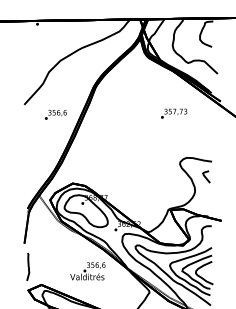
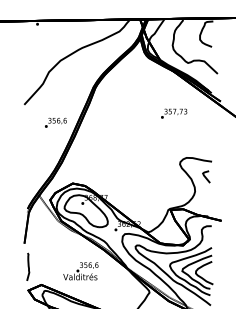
text at (55, 114) position: (55, 114) -> (55, 122)
text at (87, 271) position: (87, 271) -> (80, 271)
